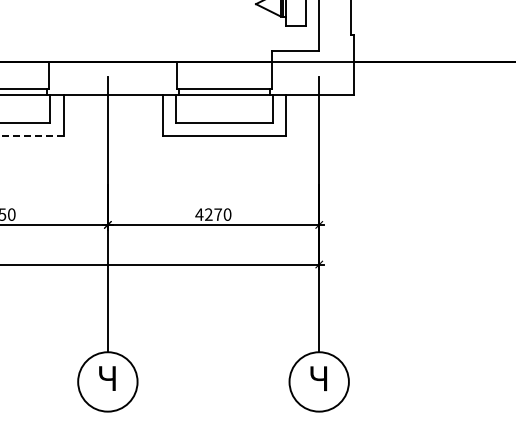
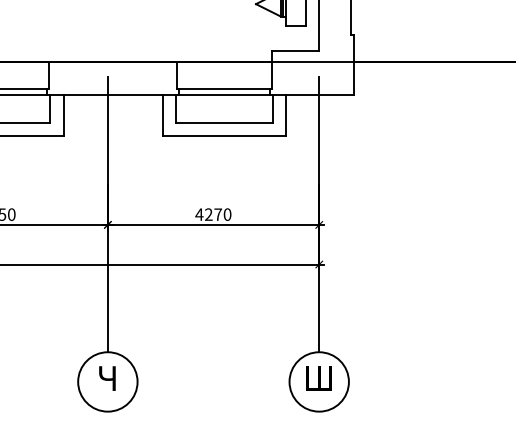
line at (31, 135): dashed -> solid
text at (318, 378): Ч -> Ш
